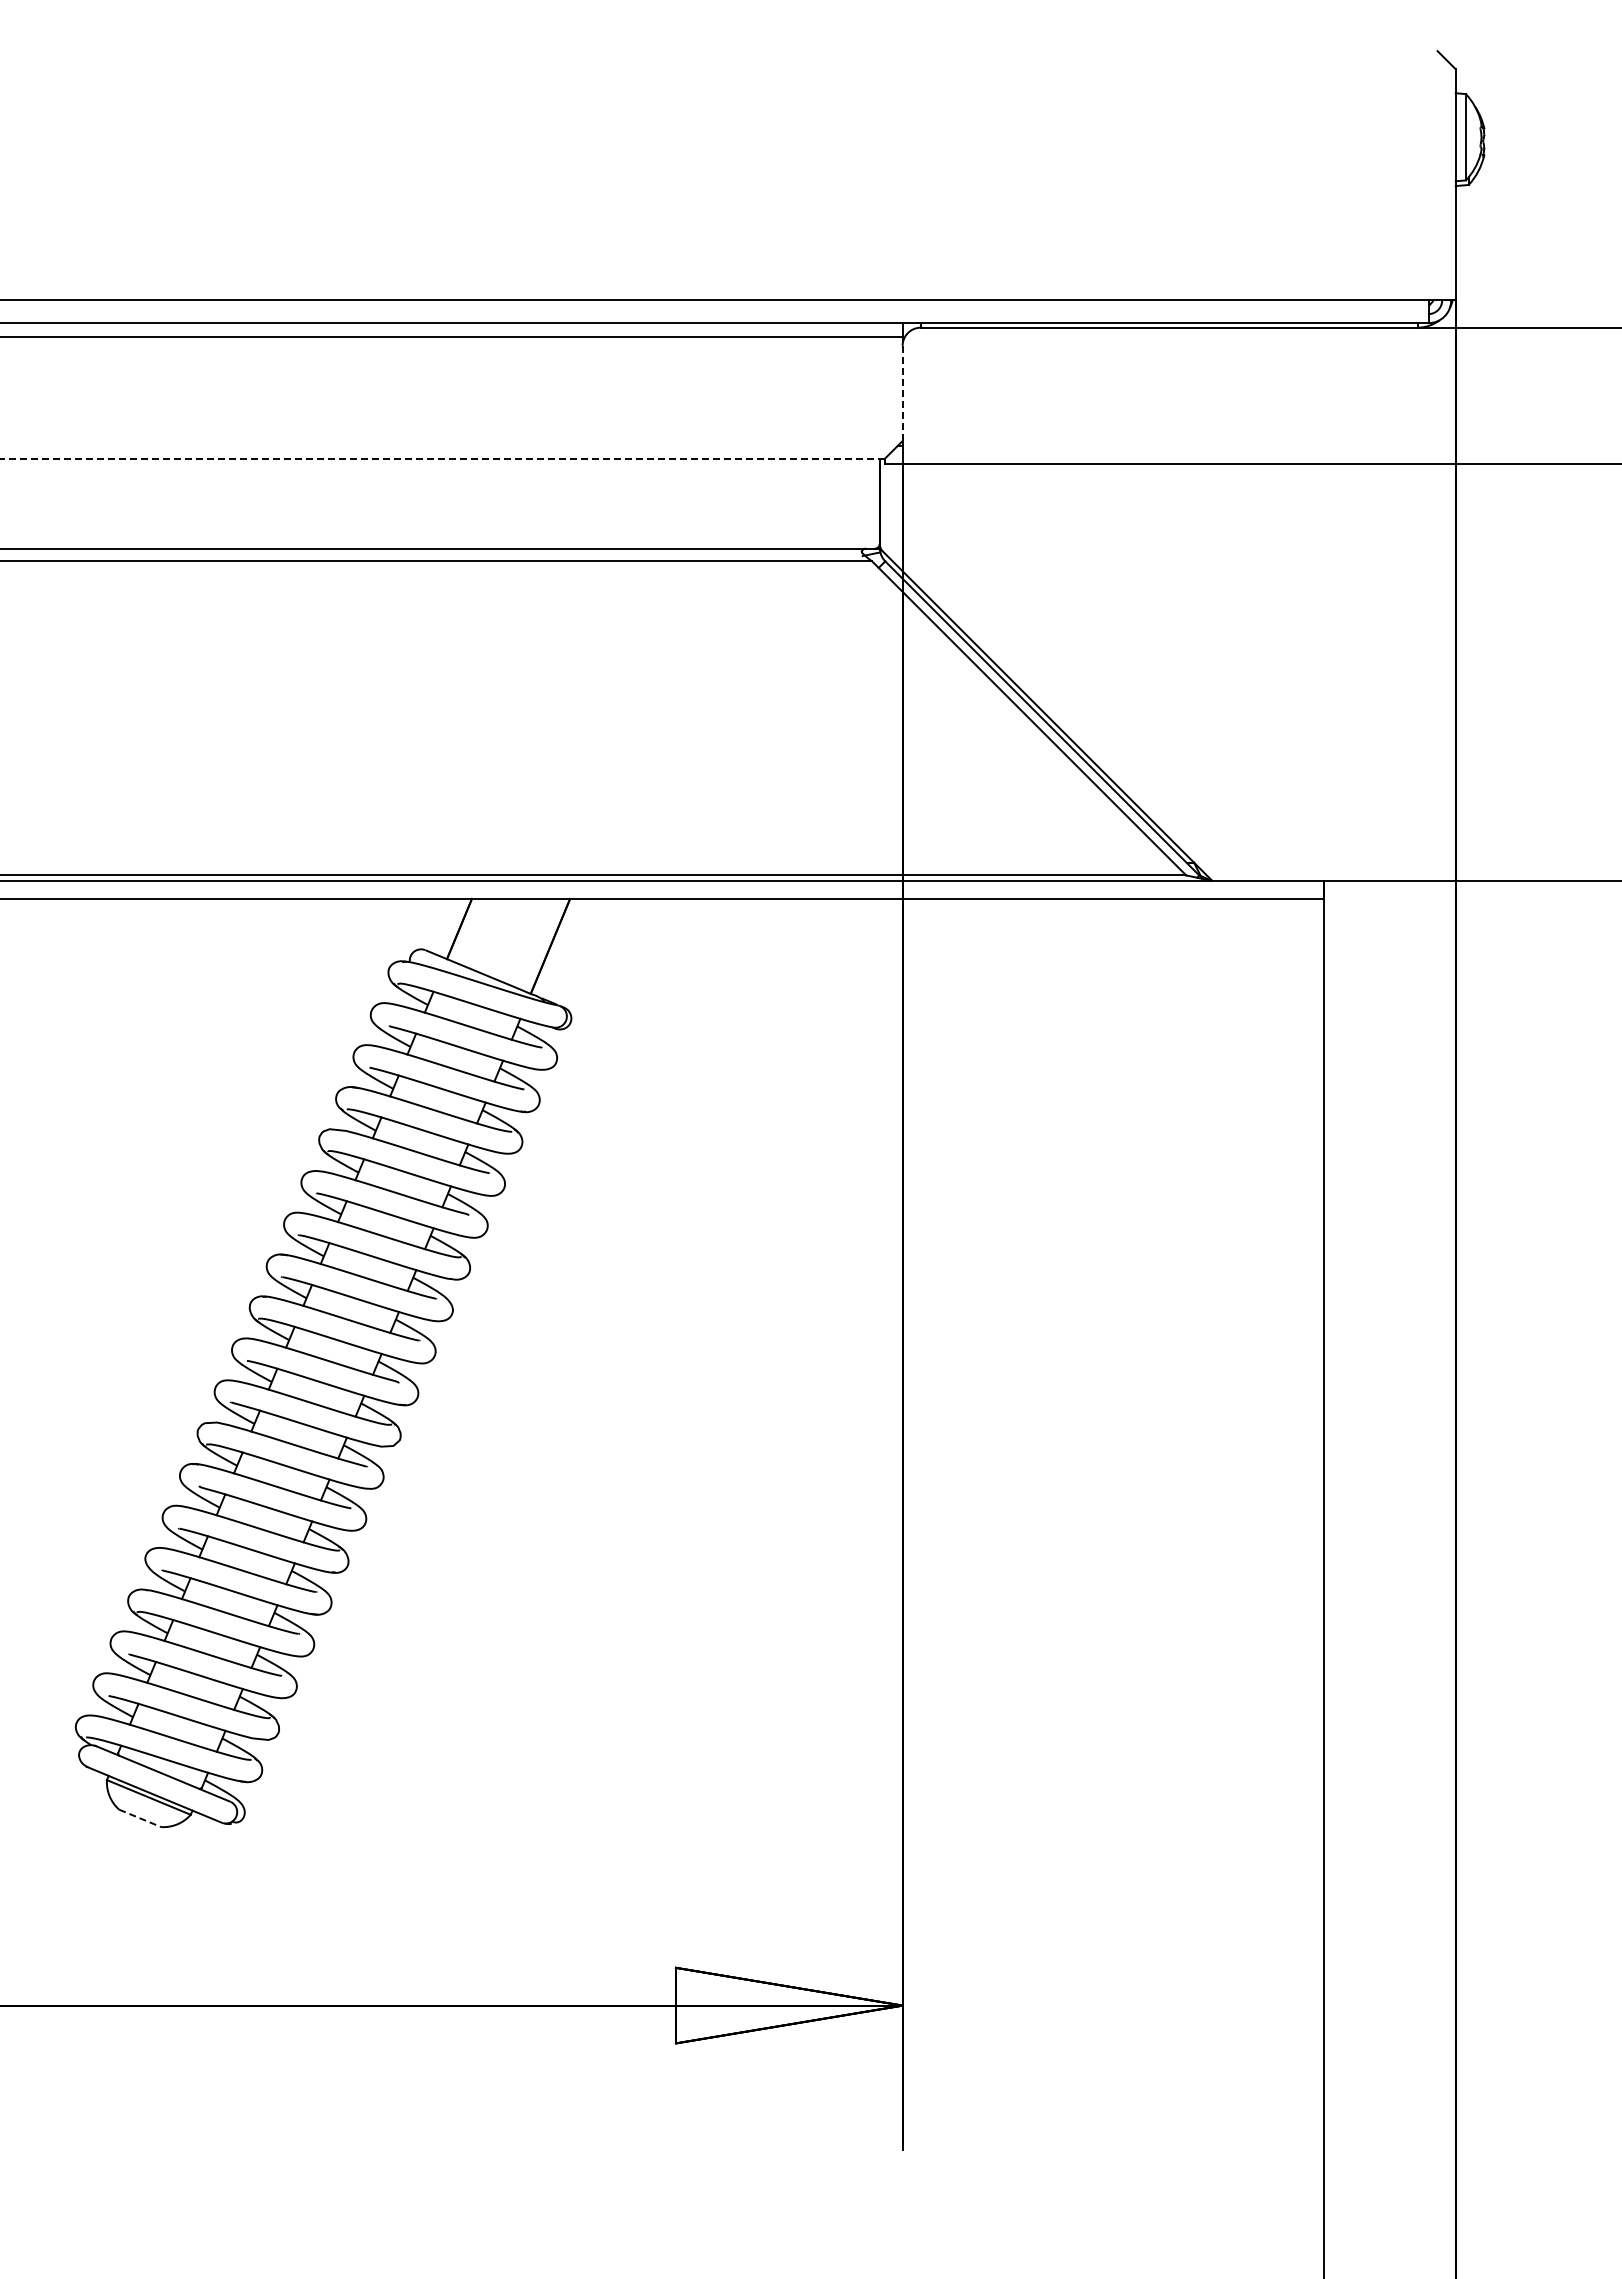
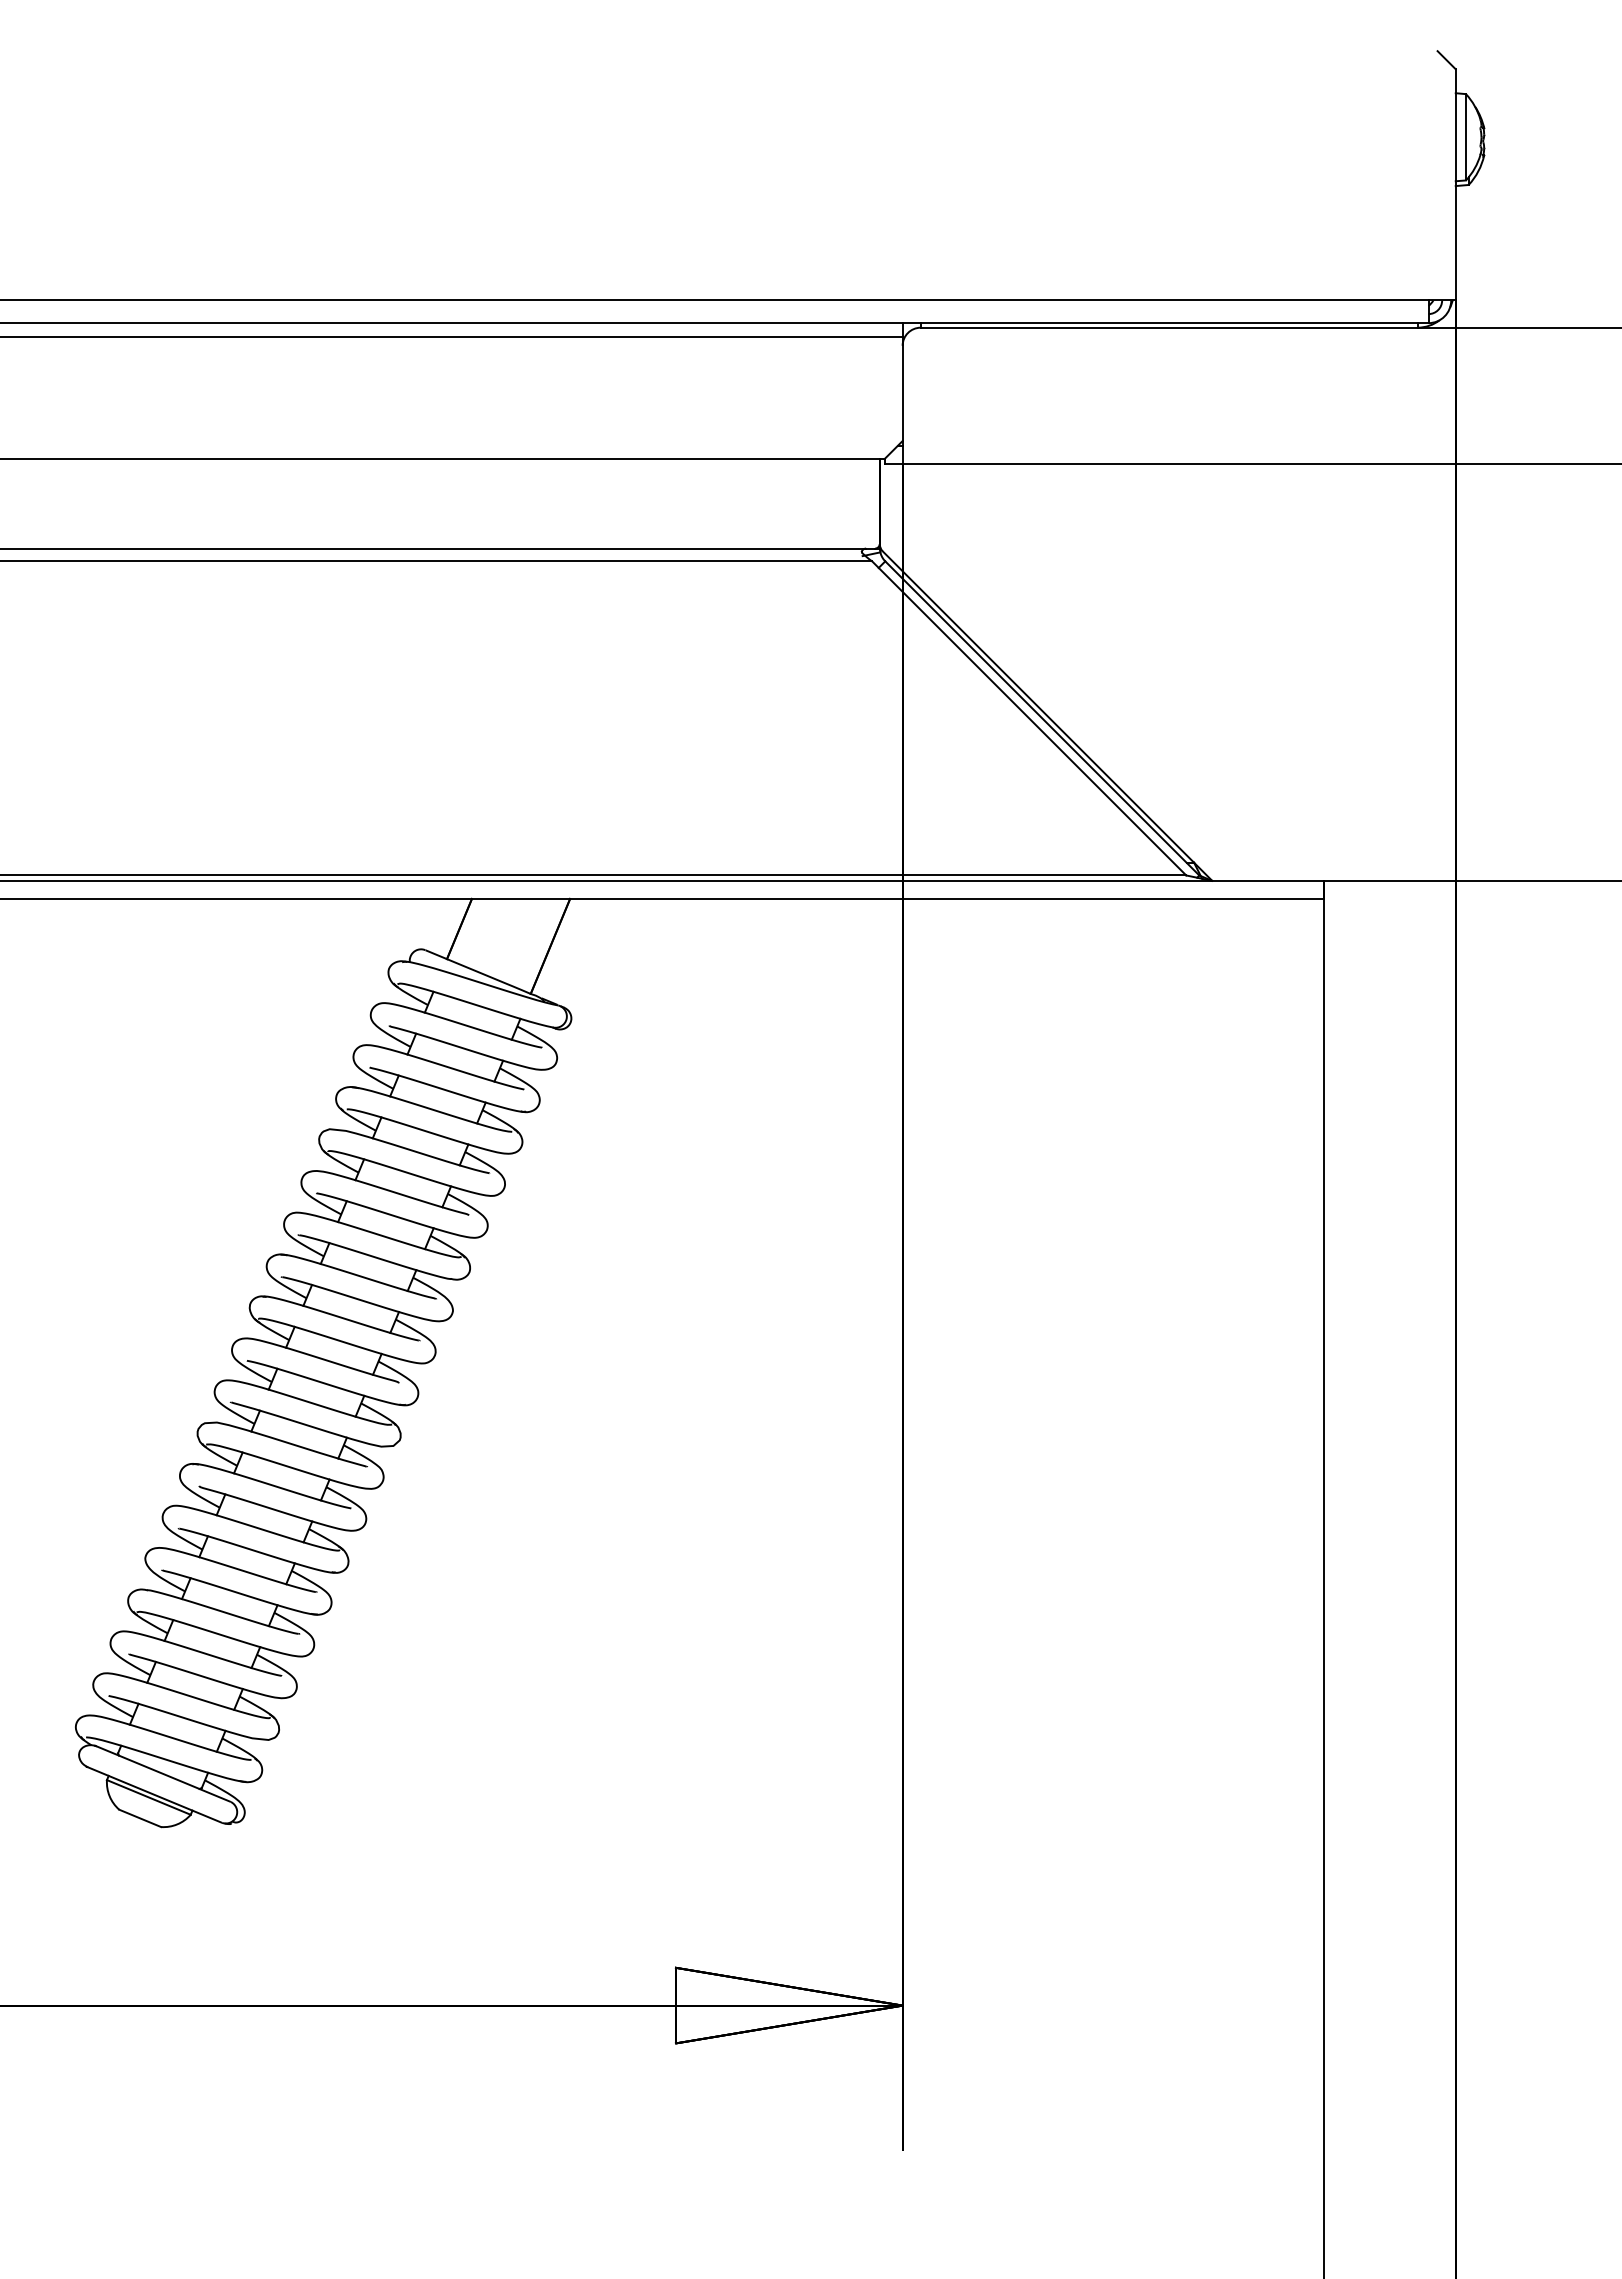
line at (902, 388): dashed -> solid
line at (442, 459): dashed -> solid
line at (140, 1818): dashed -> solid
